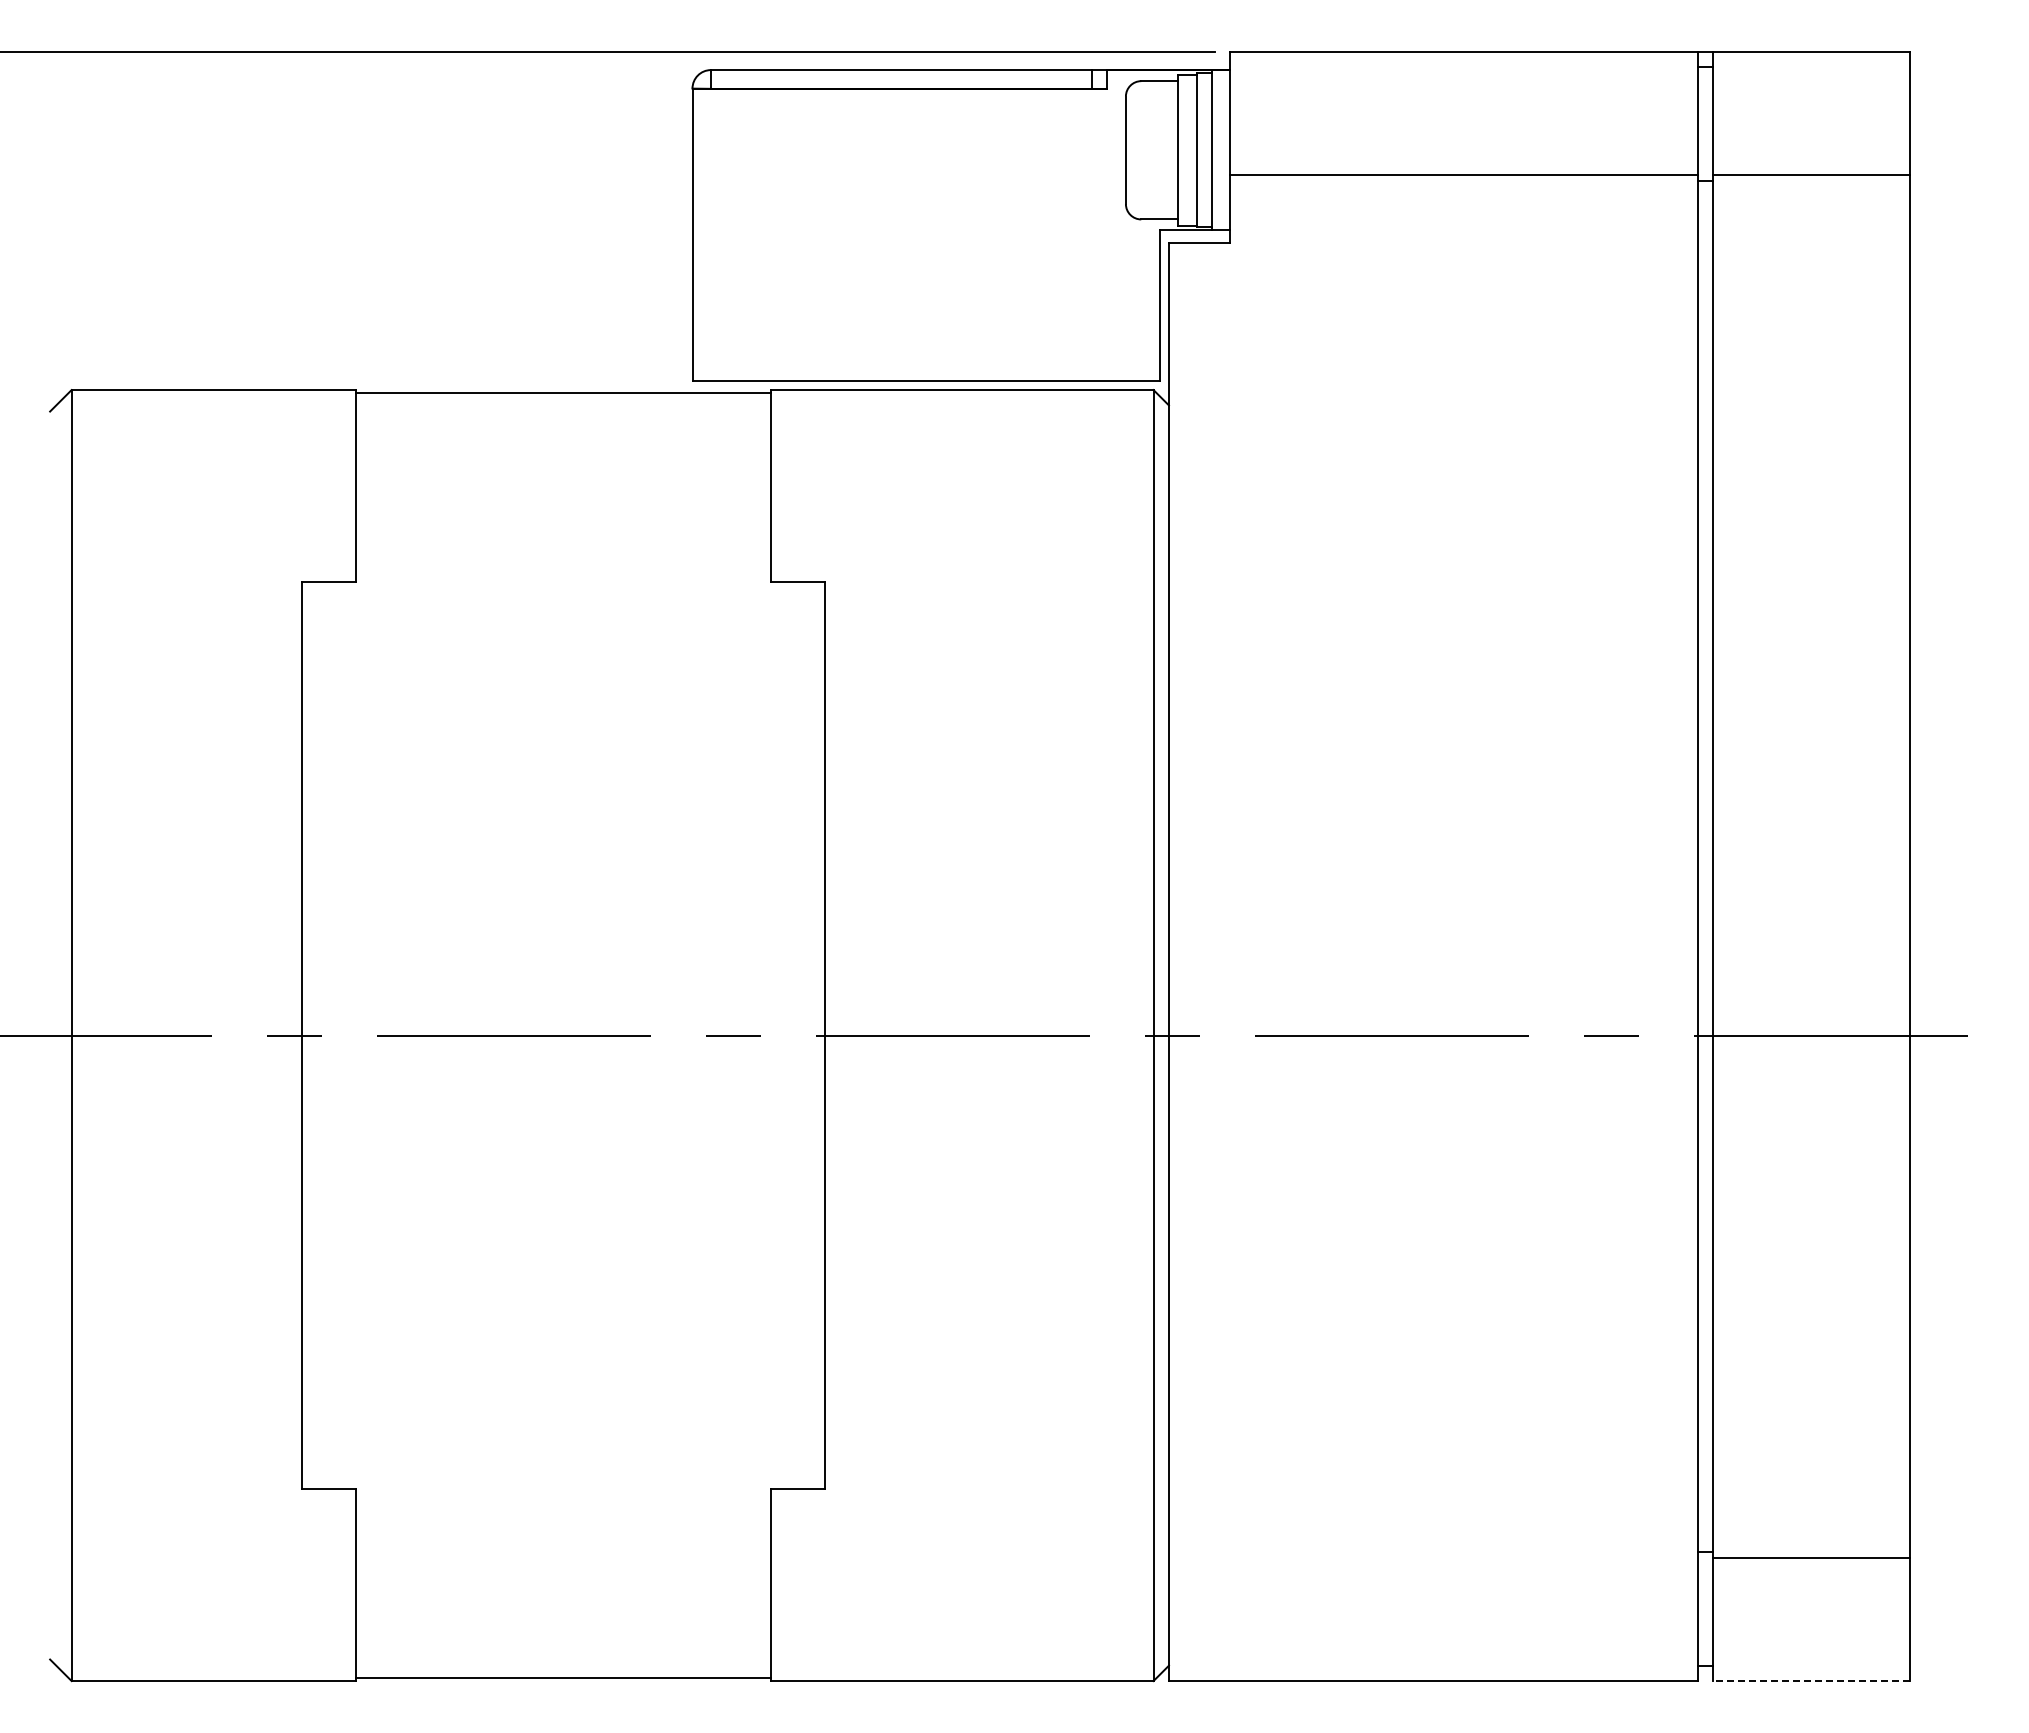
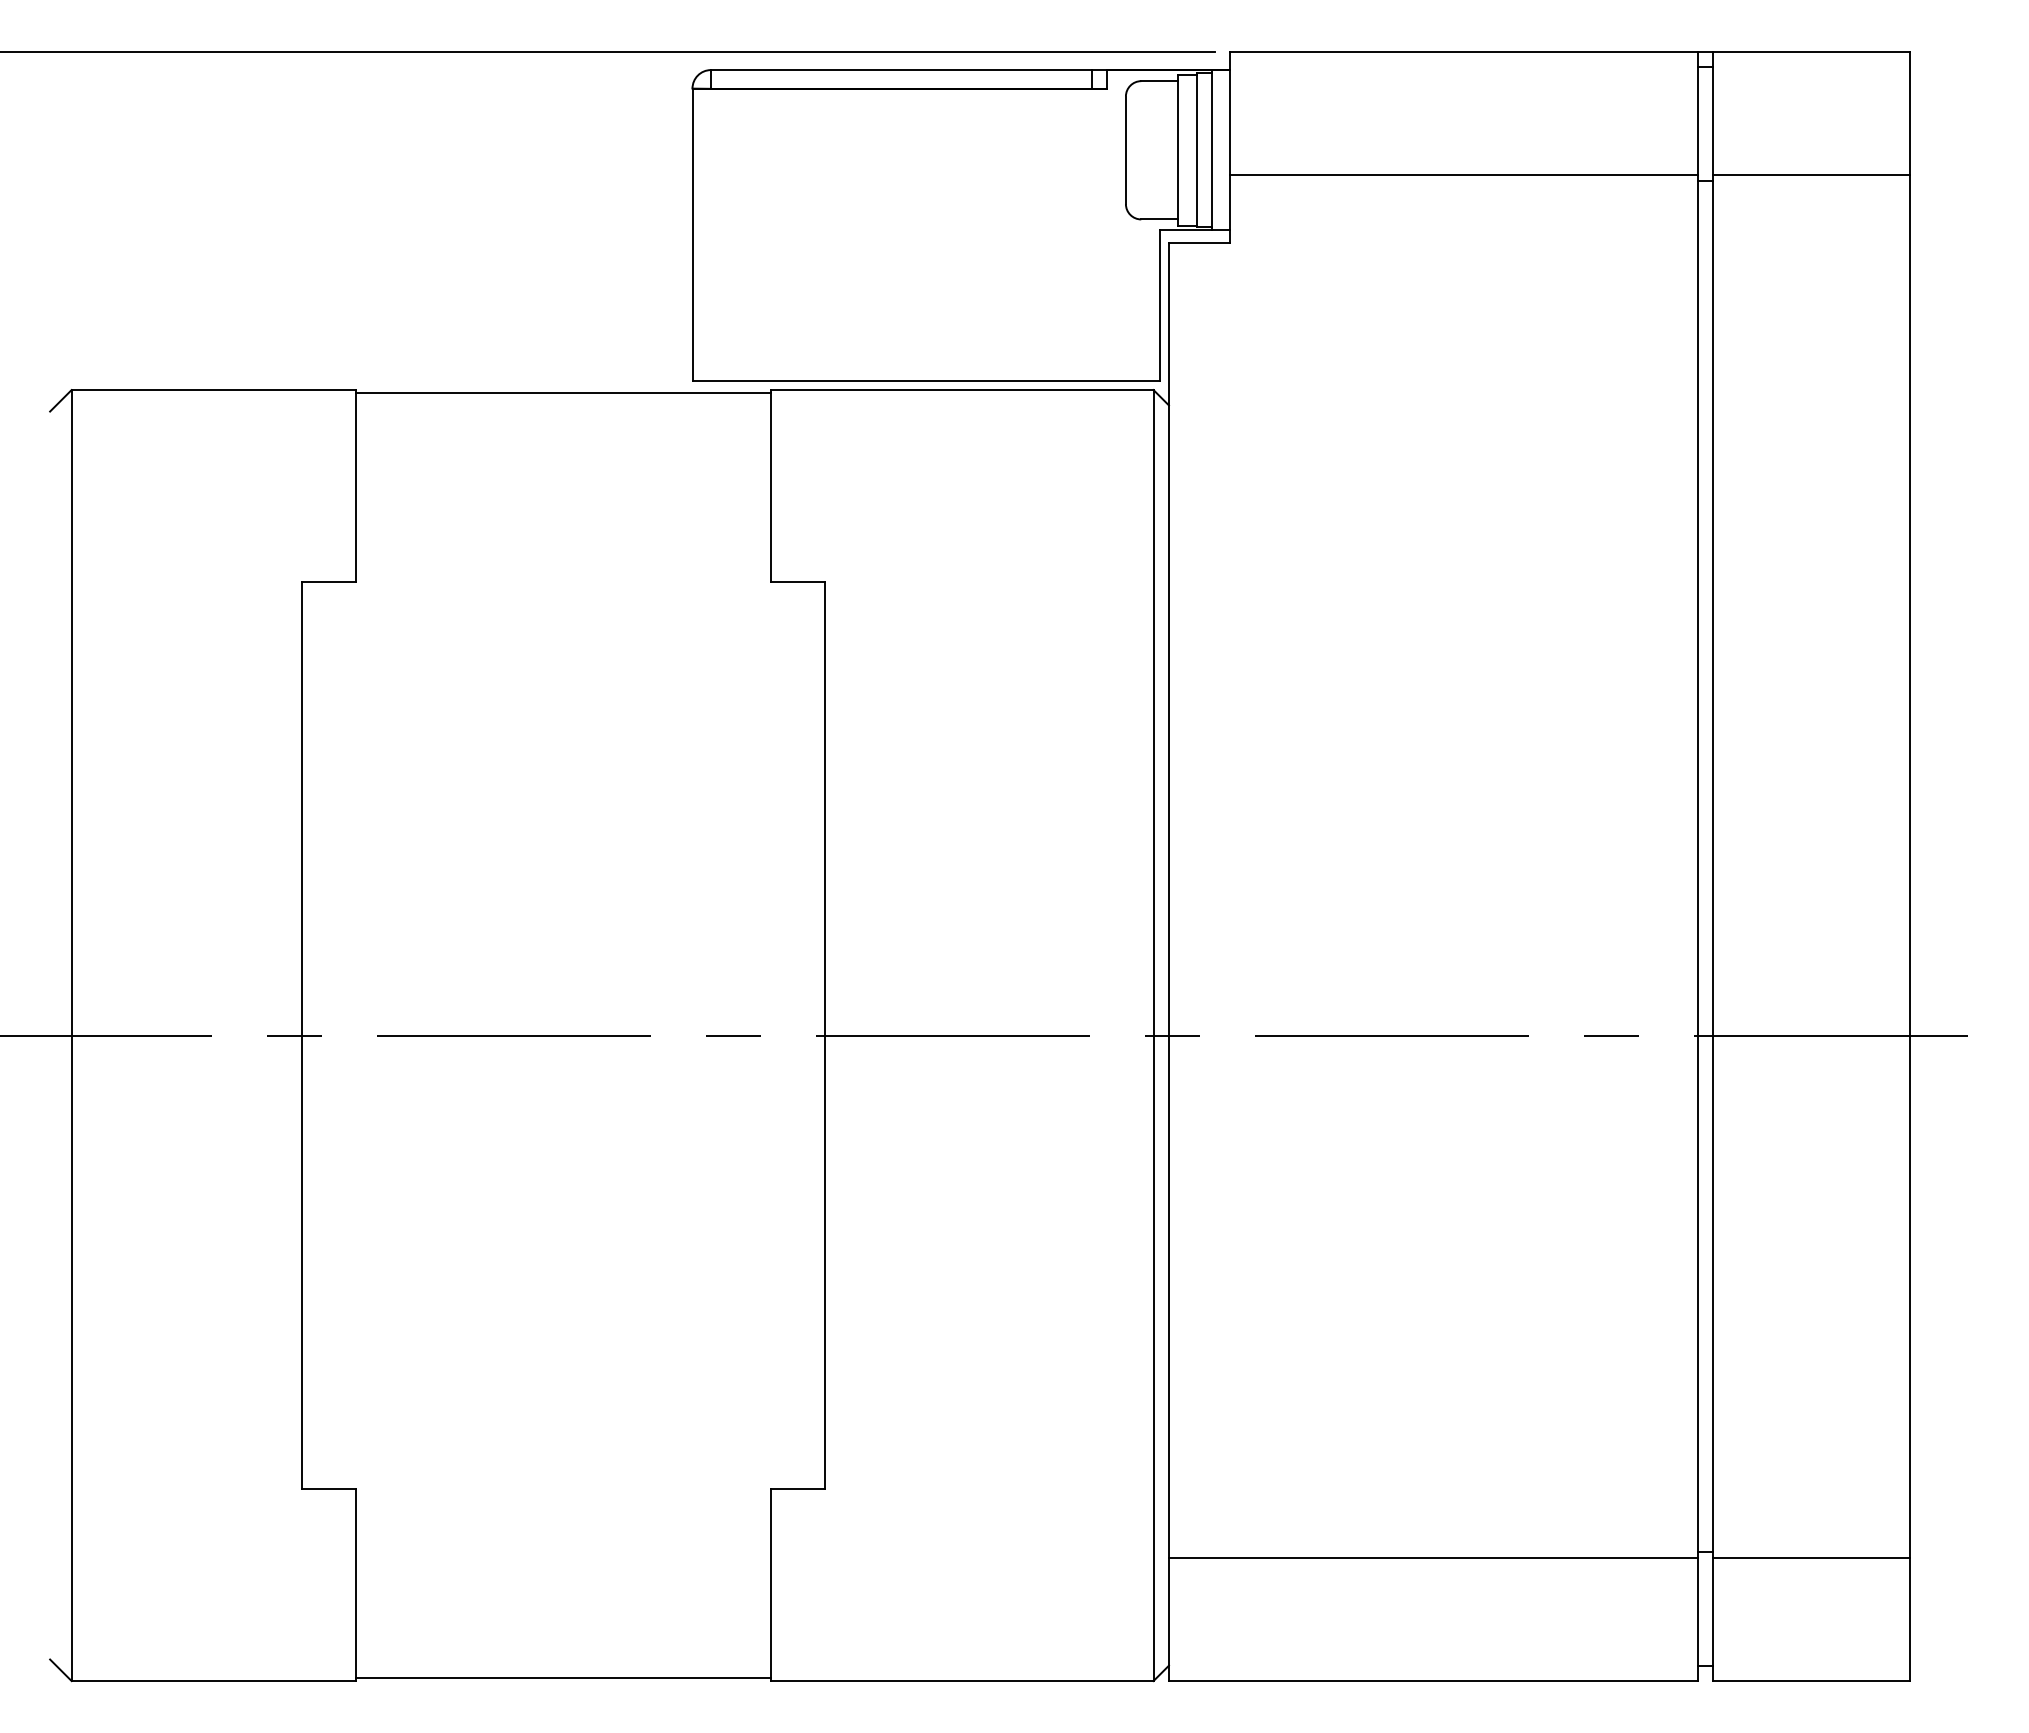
line at (1432, 1558): none -> present
line at (1810, 1681): dashed -> solid
